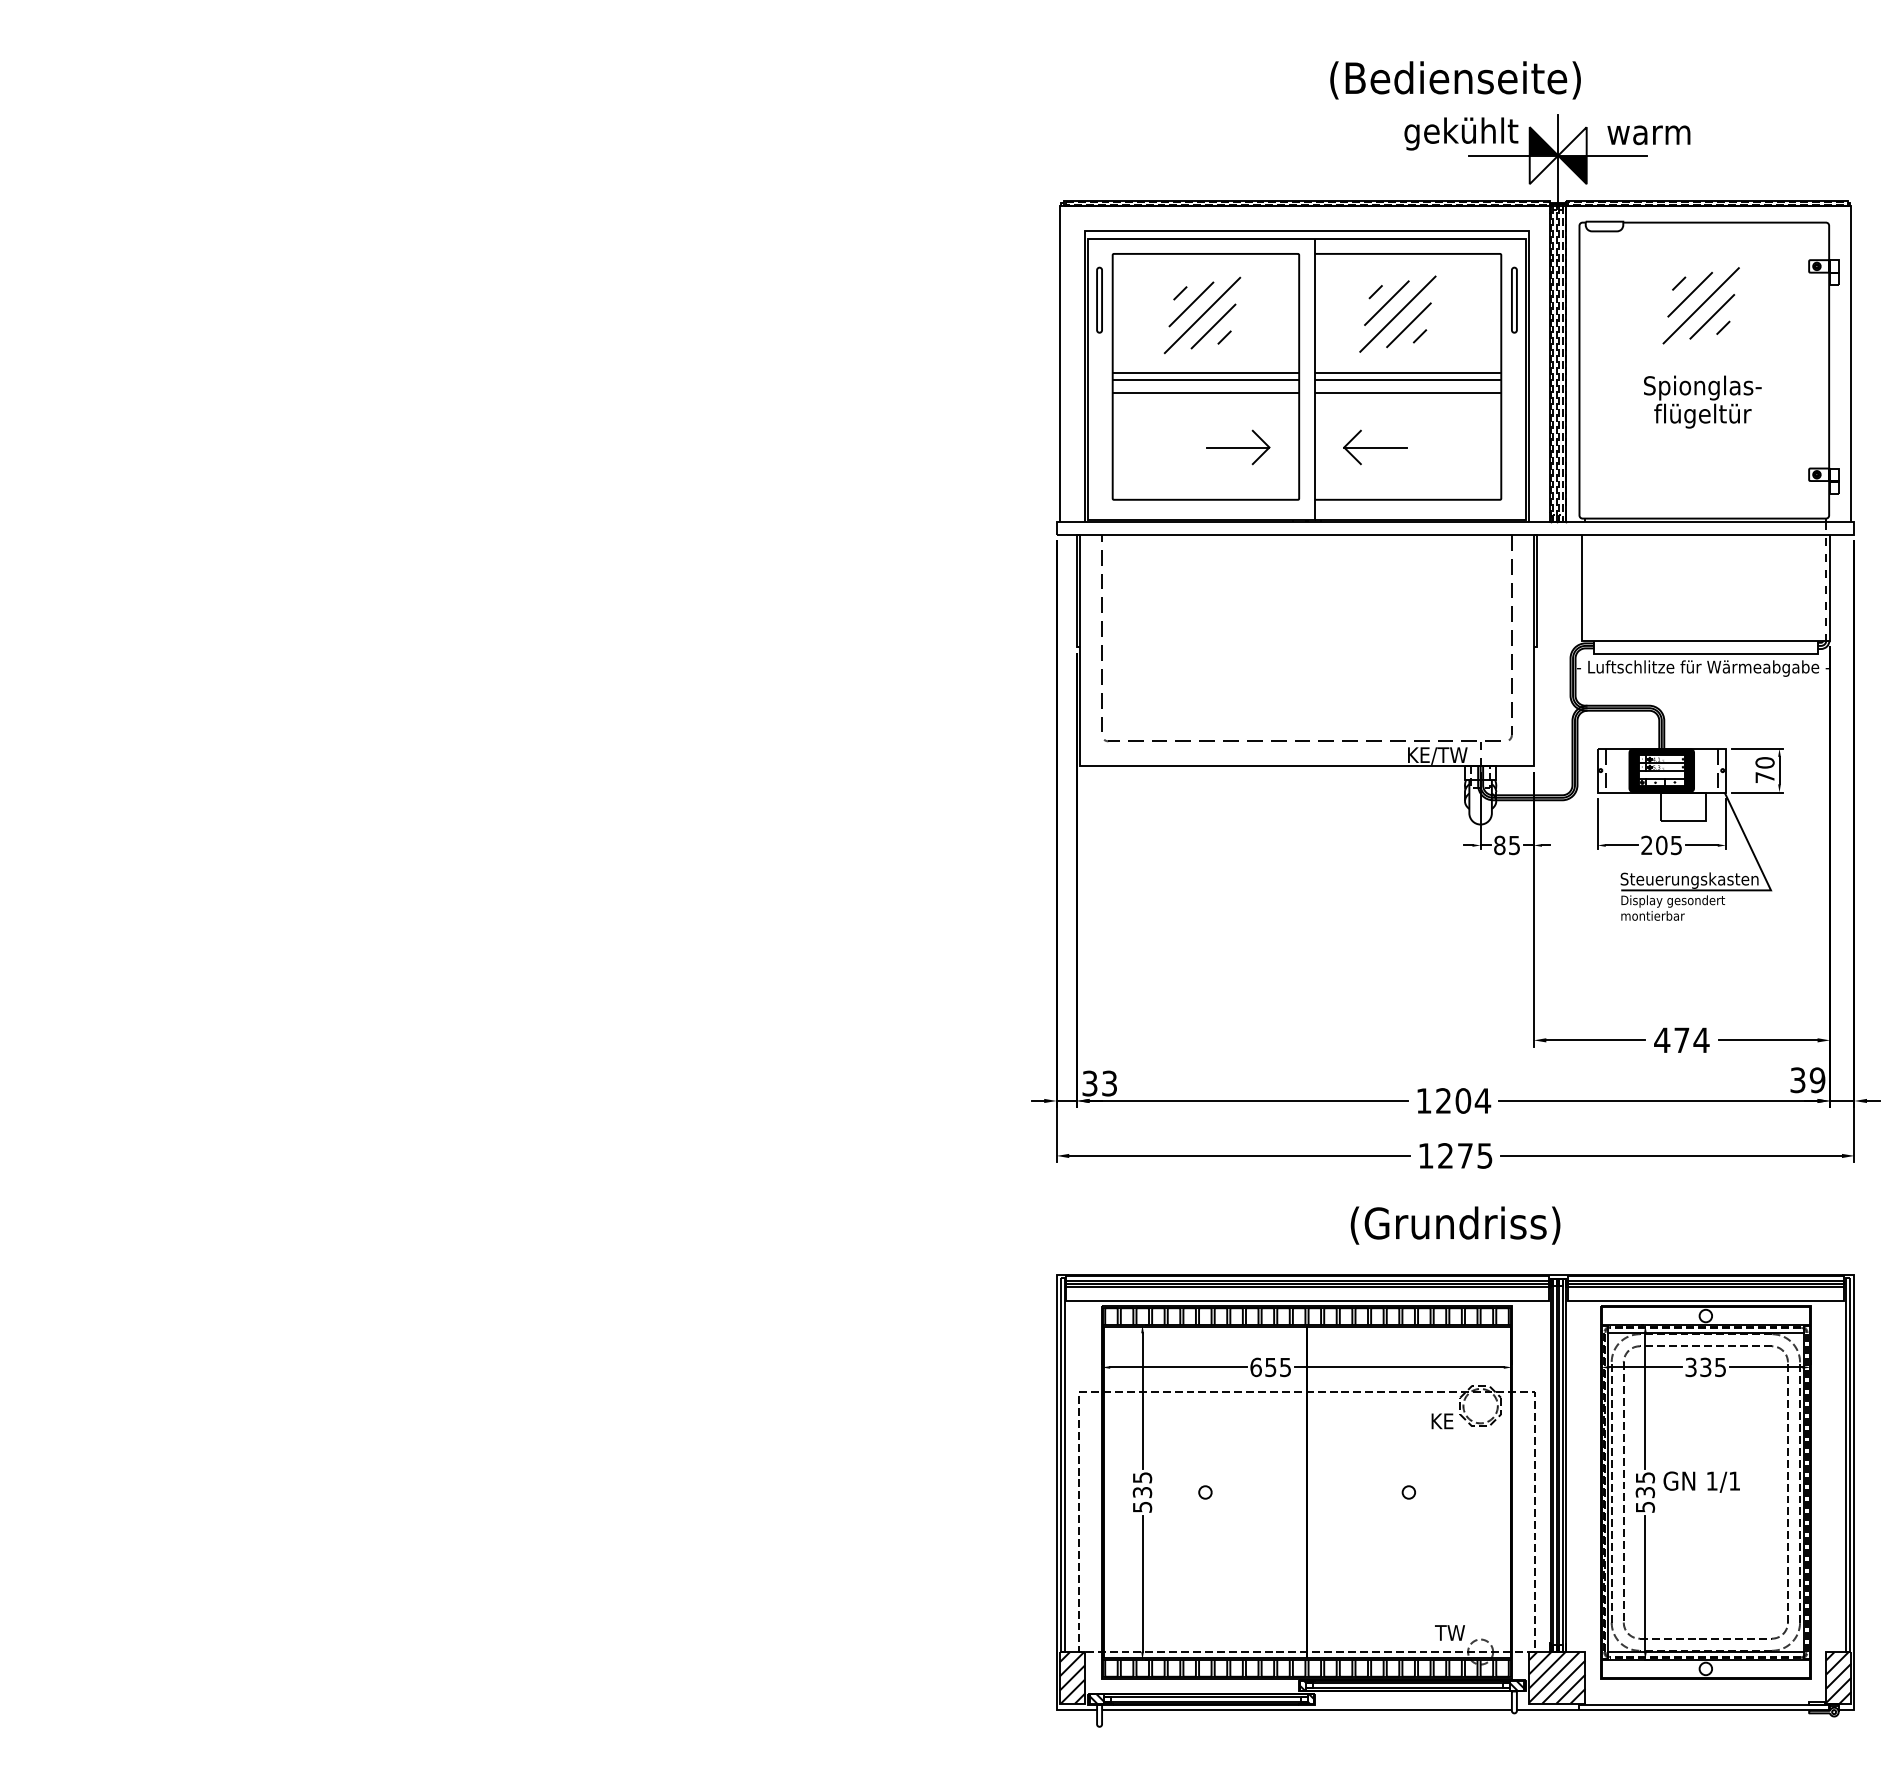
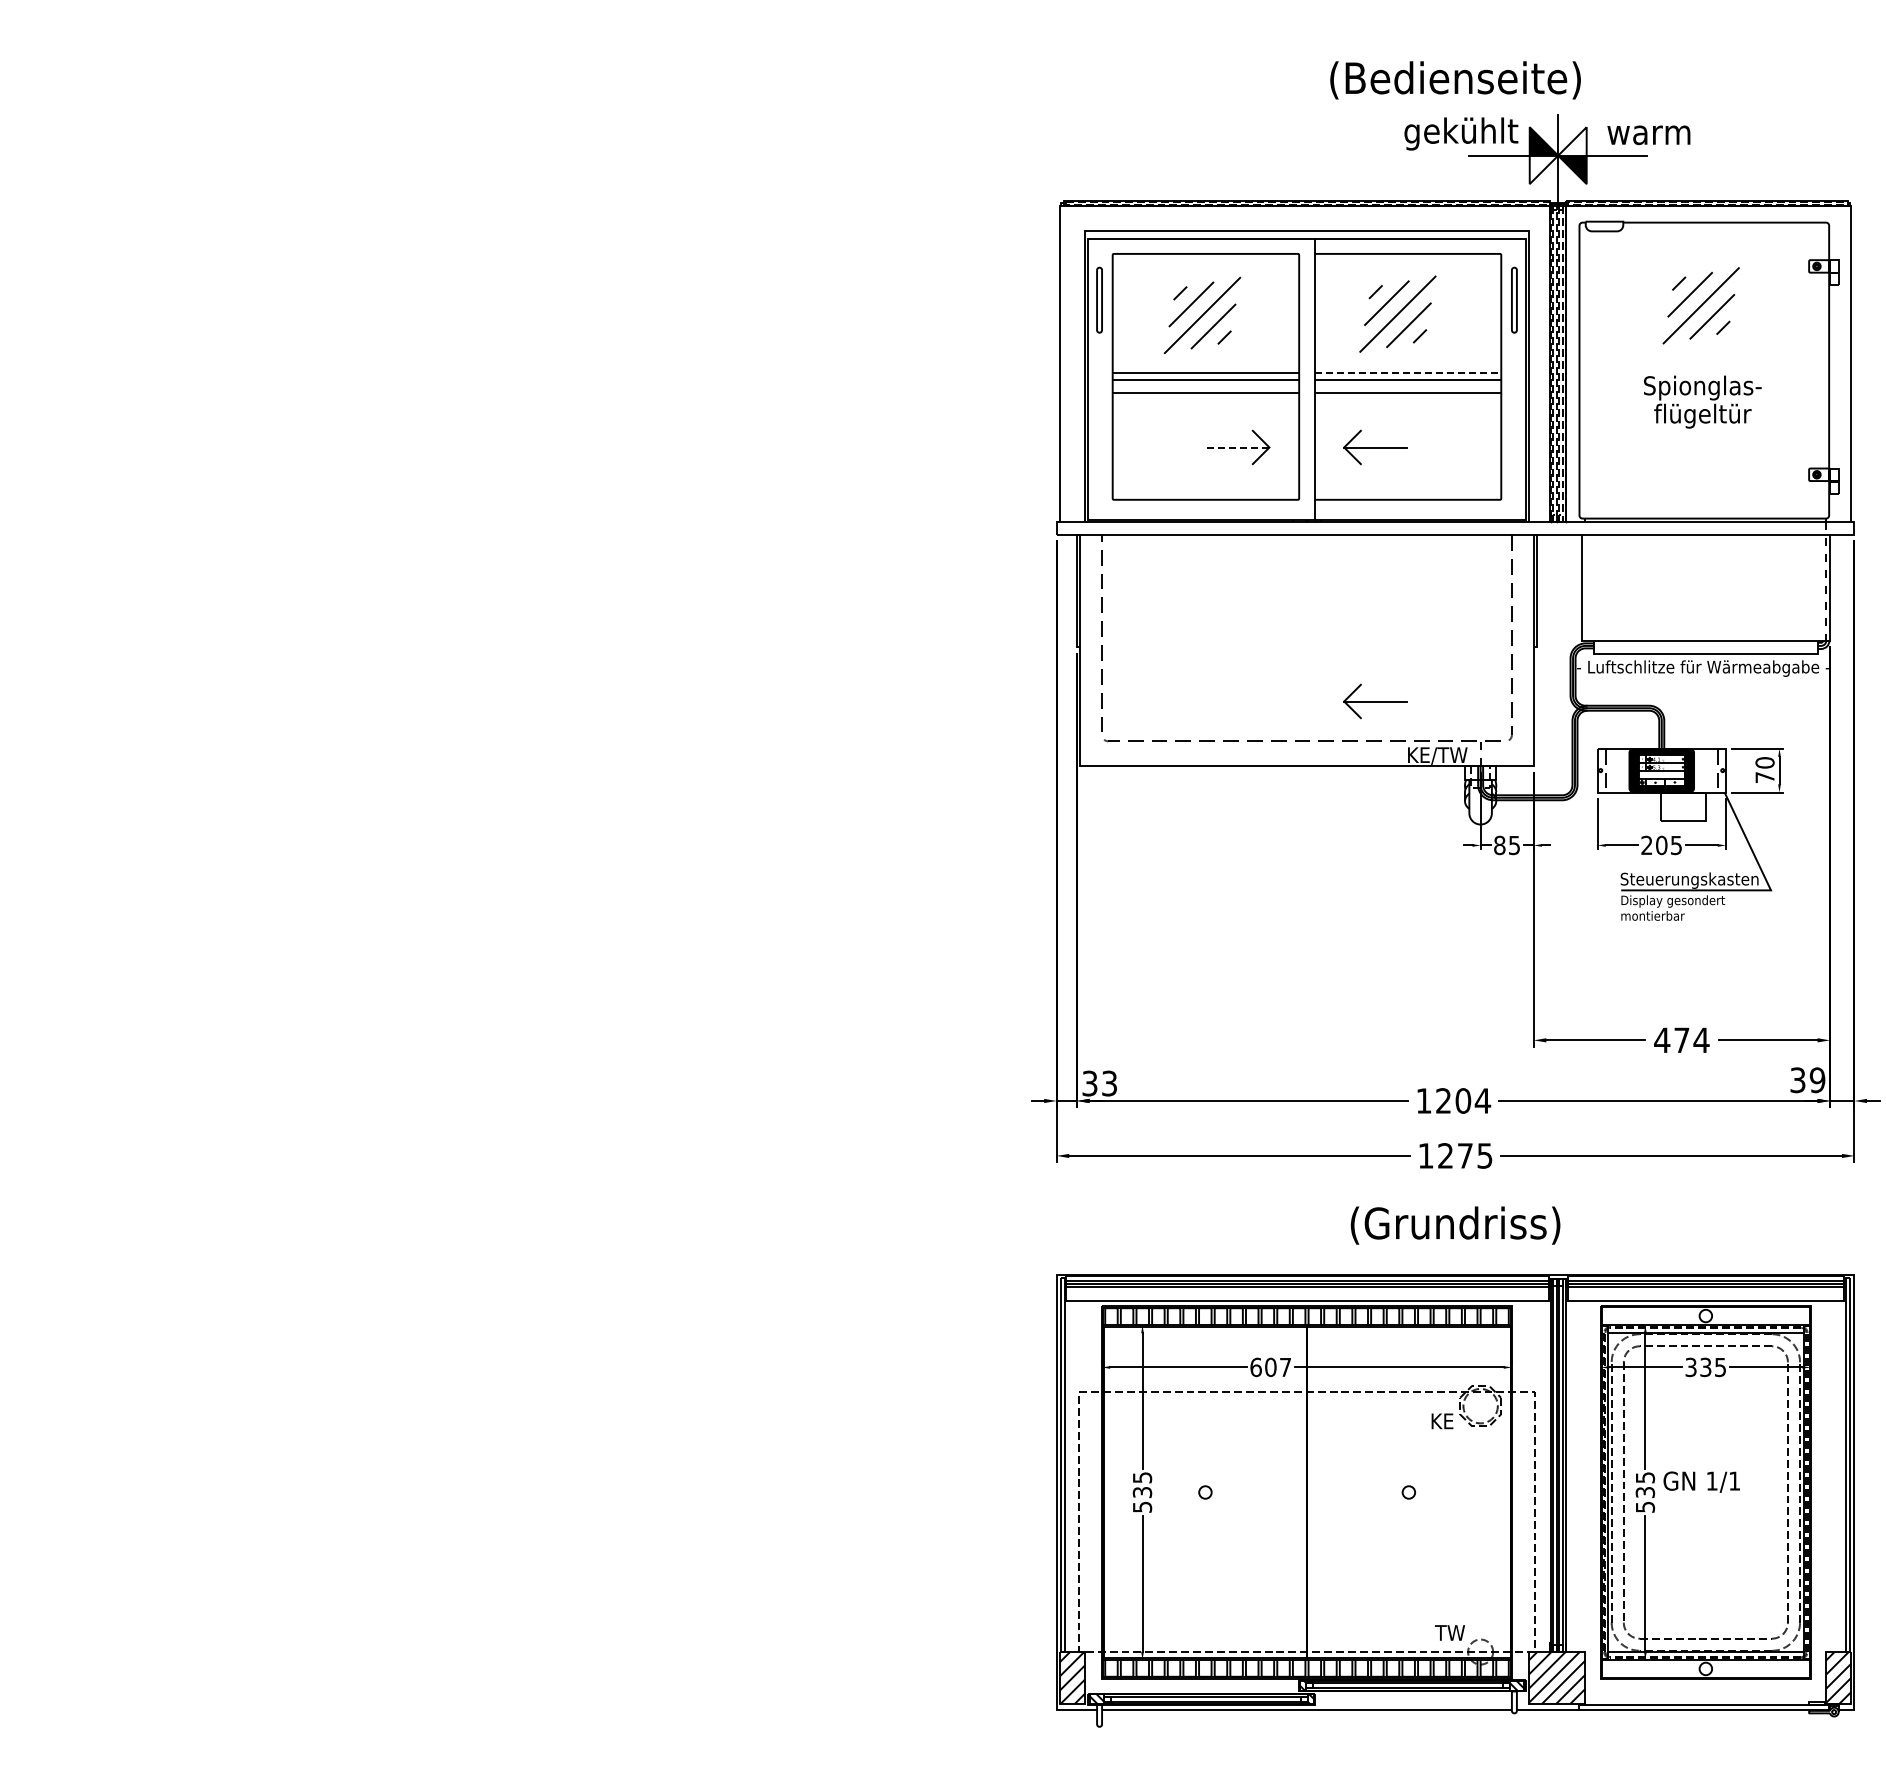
line at (1408, 373): solid -> dashed
line at (1238, 447): solid -> dashed
part at (1375, 701): none -> present
text at (1277, 1367): 655 -> 607
